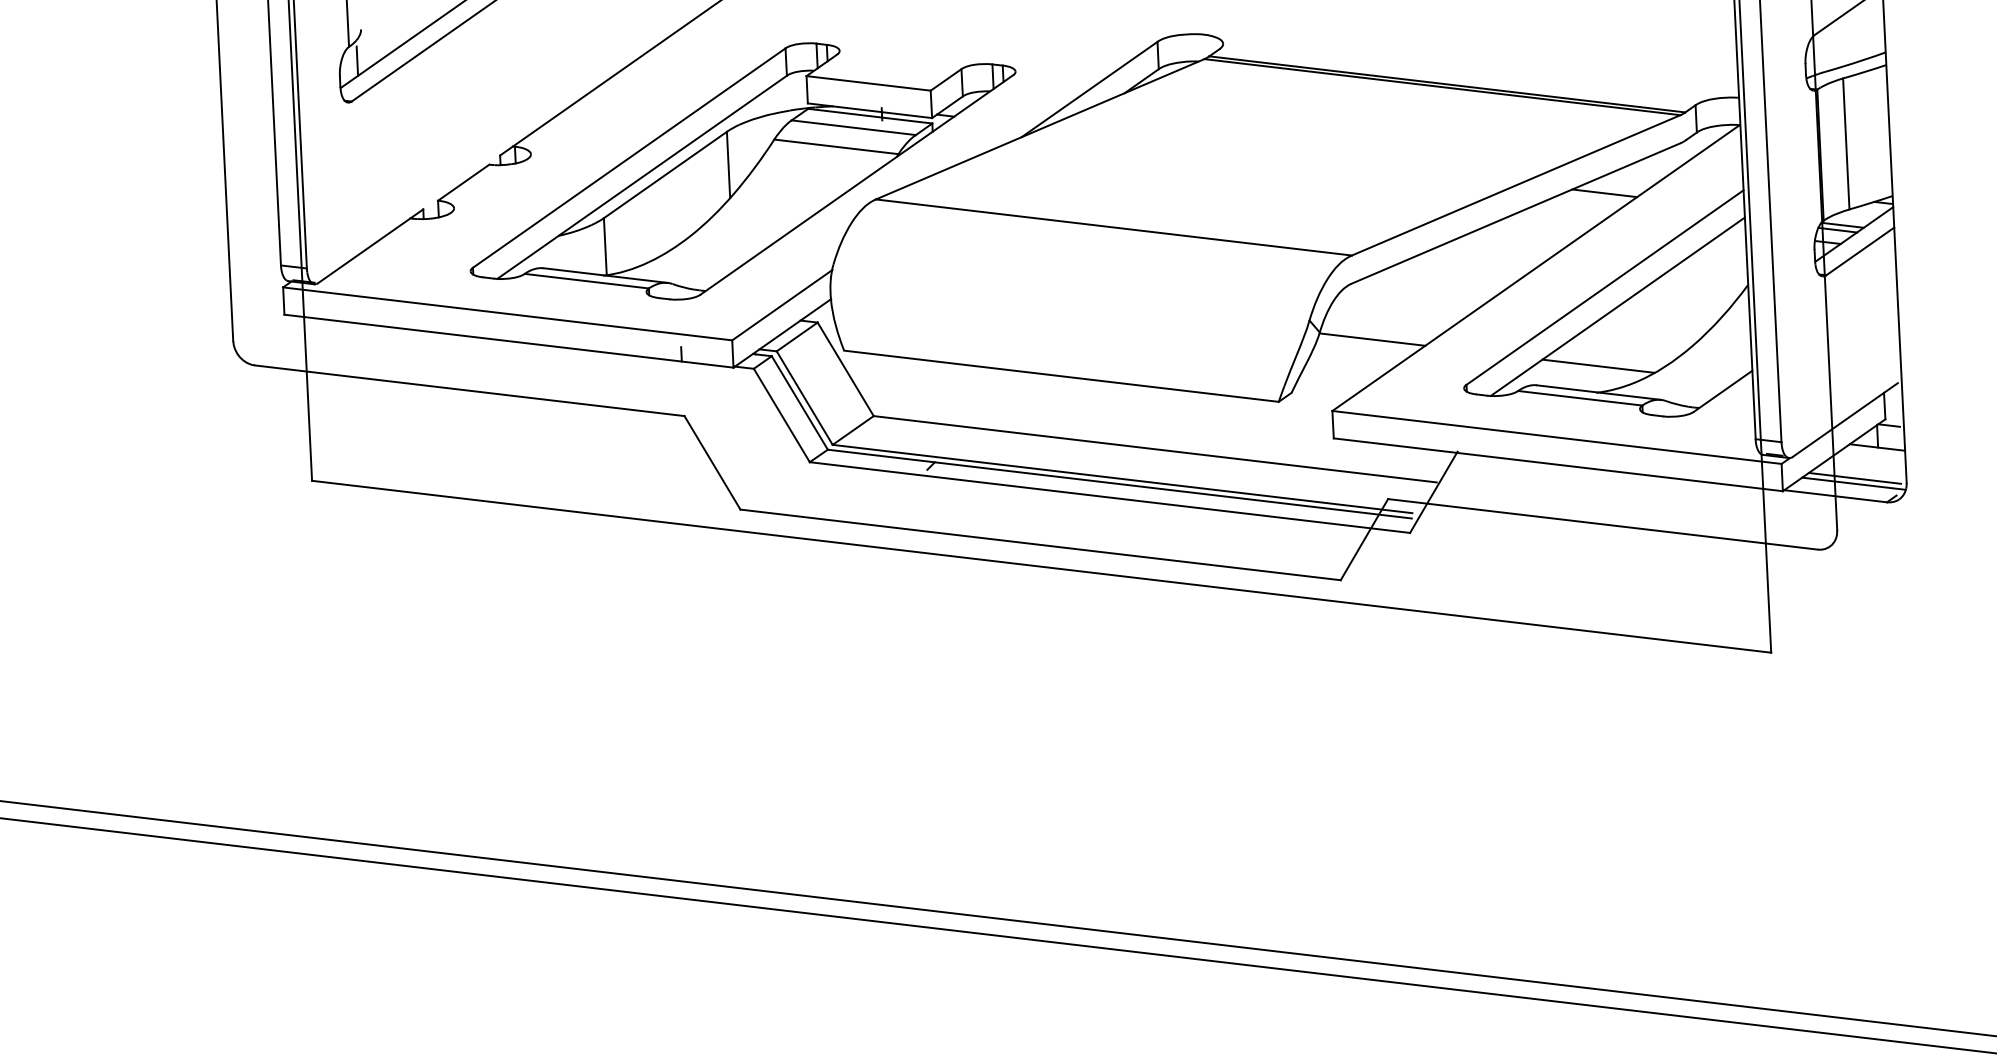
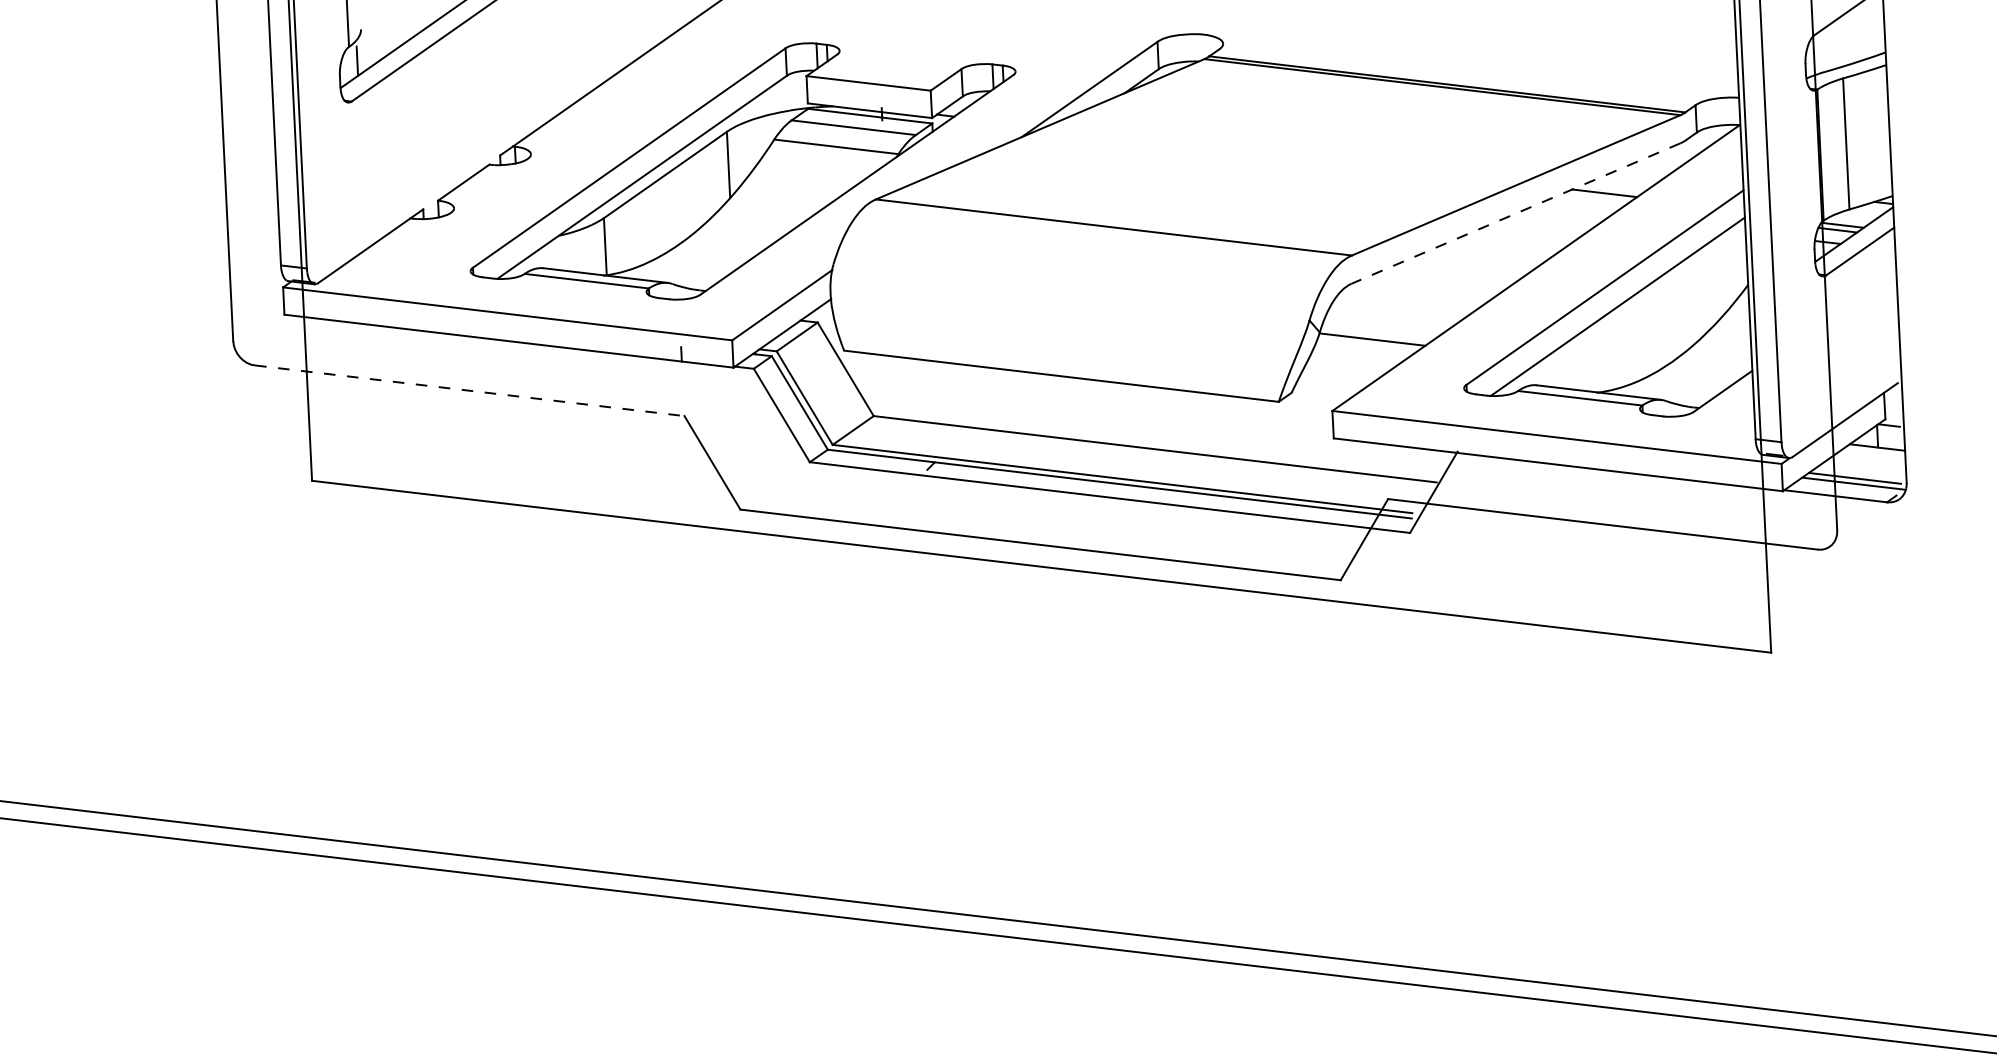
line at (1515, 213): solid -> dashed
line at (1598, 365): present -> none
line at (470, 390): solid -> dashed
